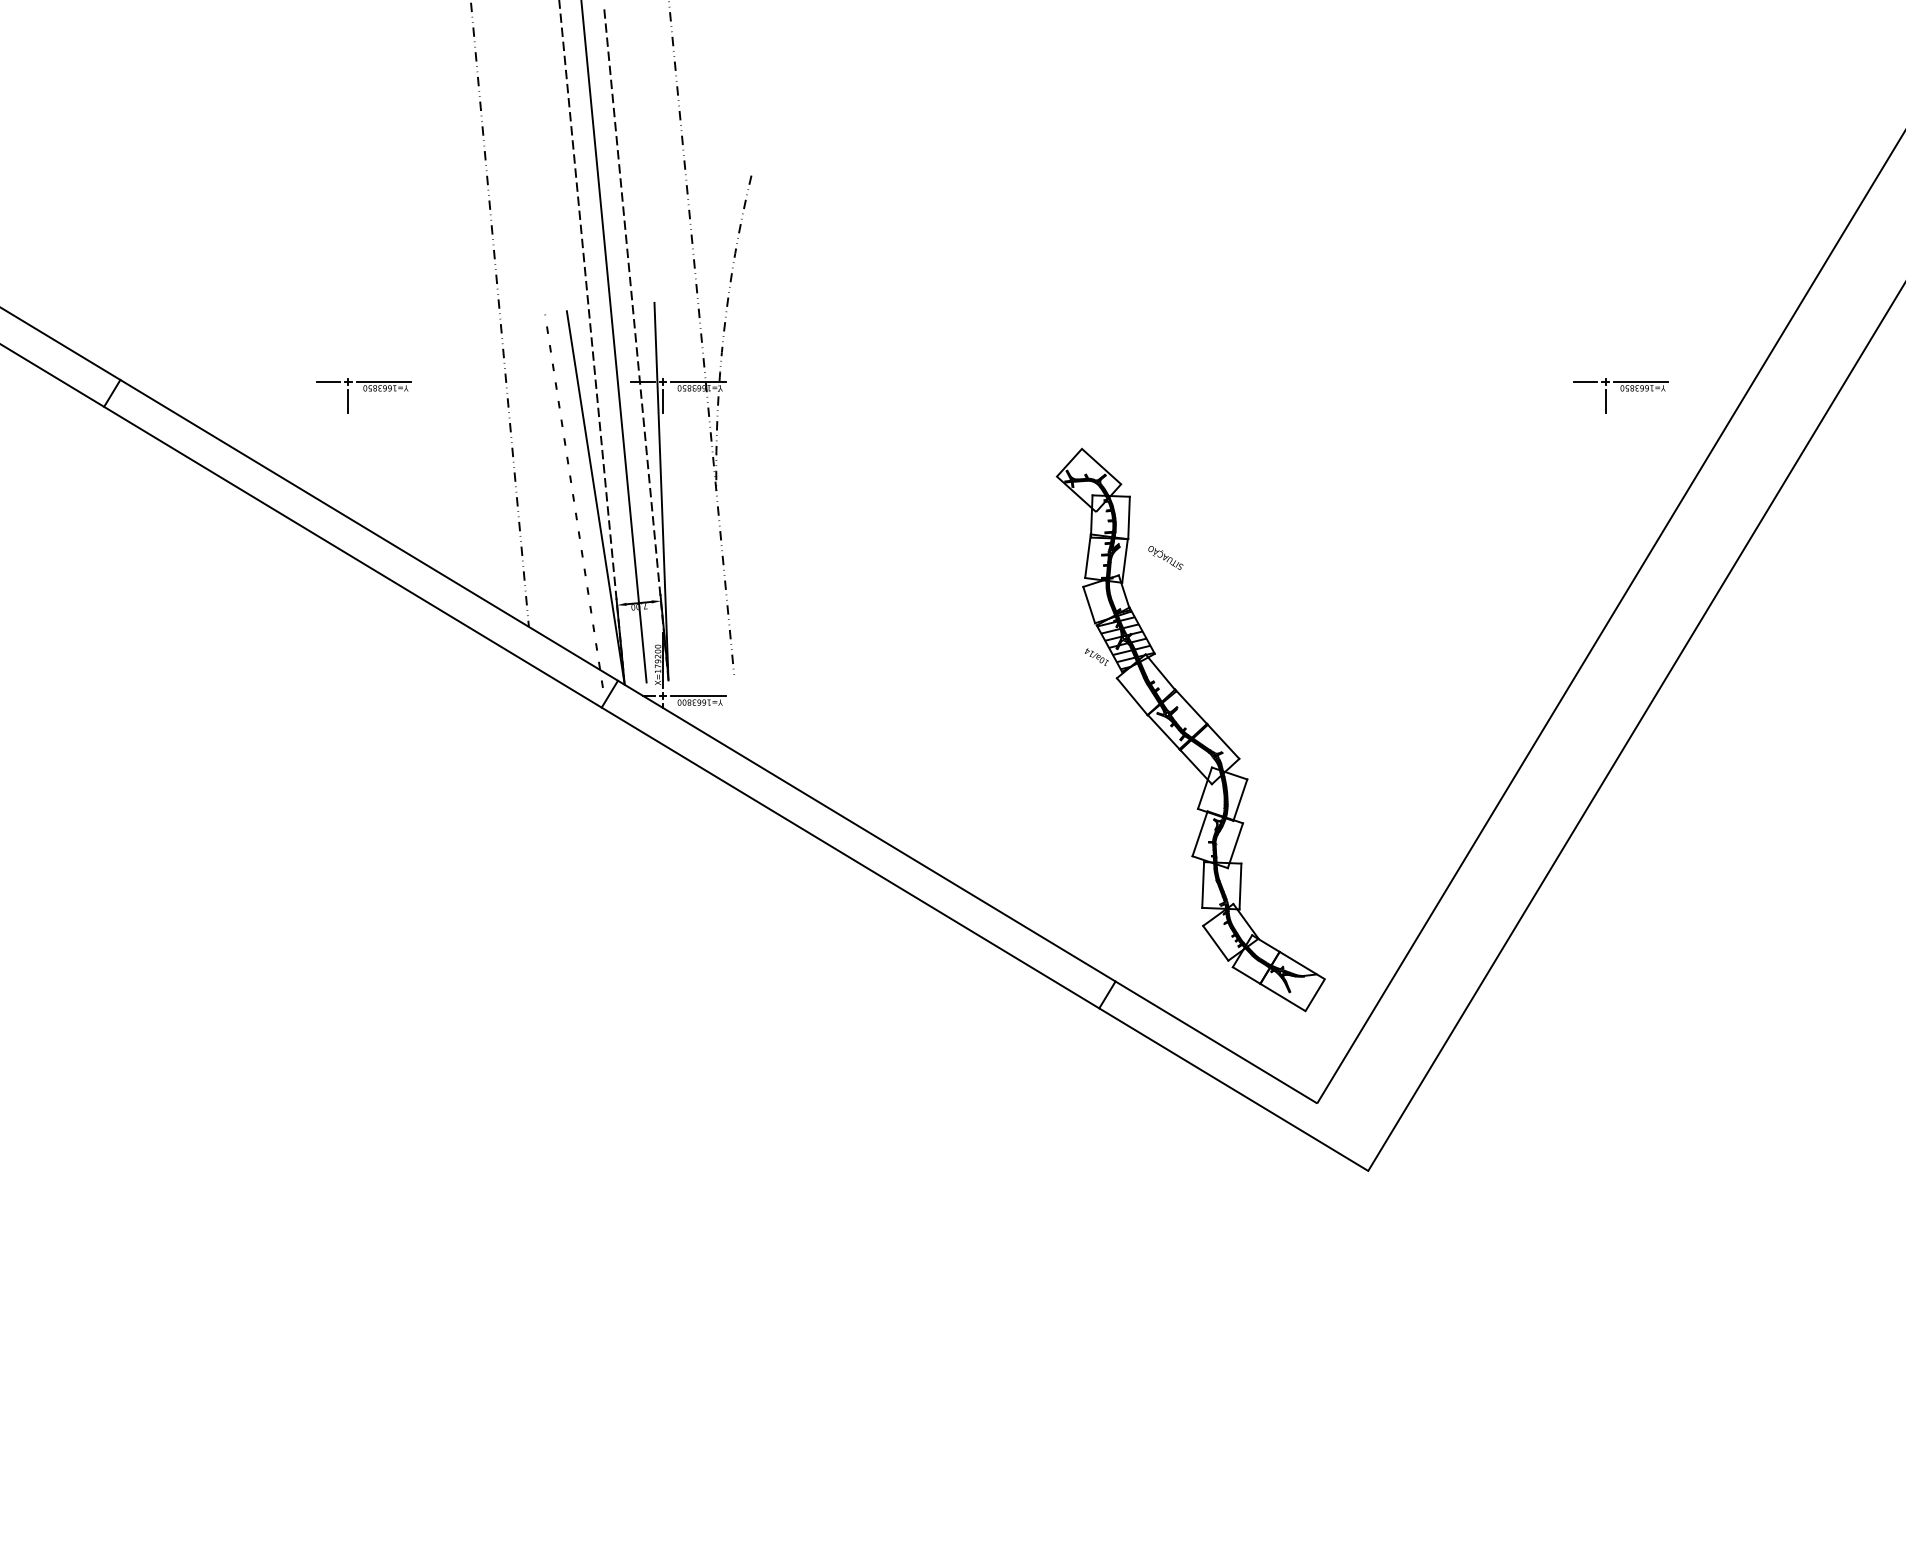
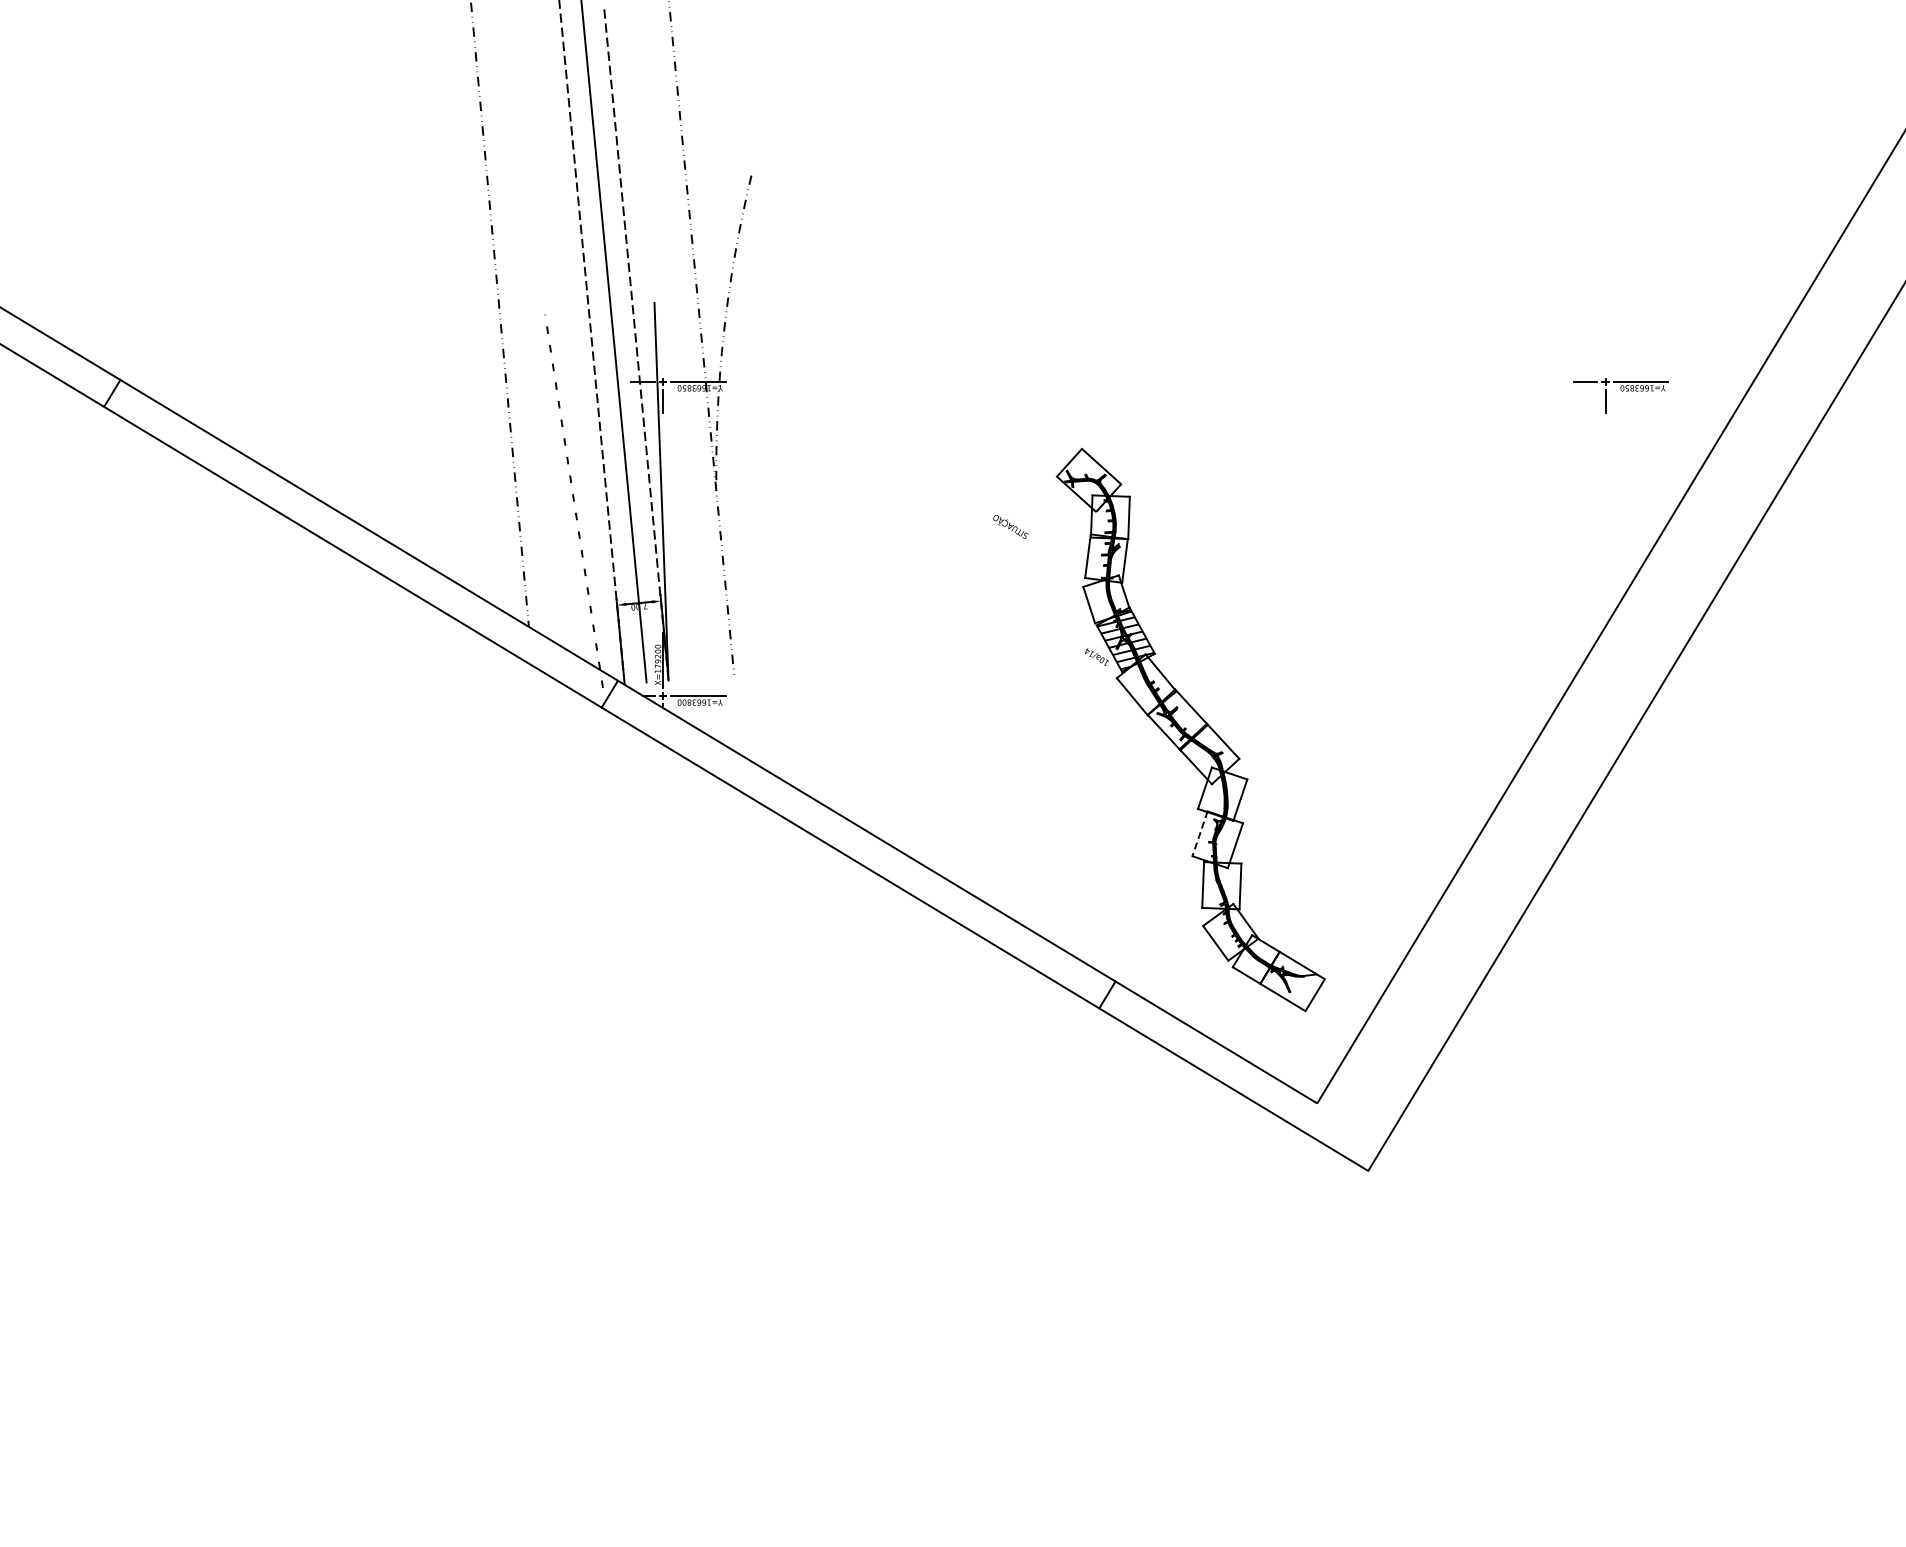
part at (363, 395): present -> none
line at (595, 497): present -> none
text at (1165, 557) position: (1165, 557) -> (1010, 526)
line at (1200, 833): solid -> dashed
